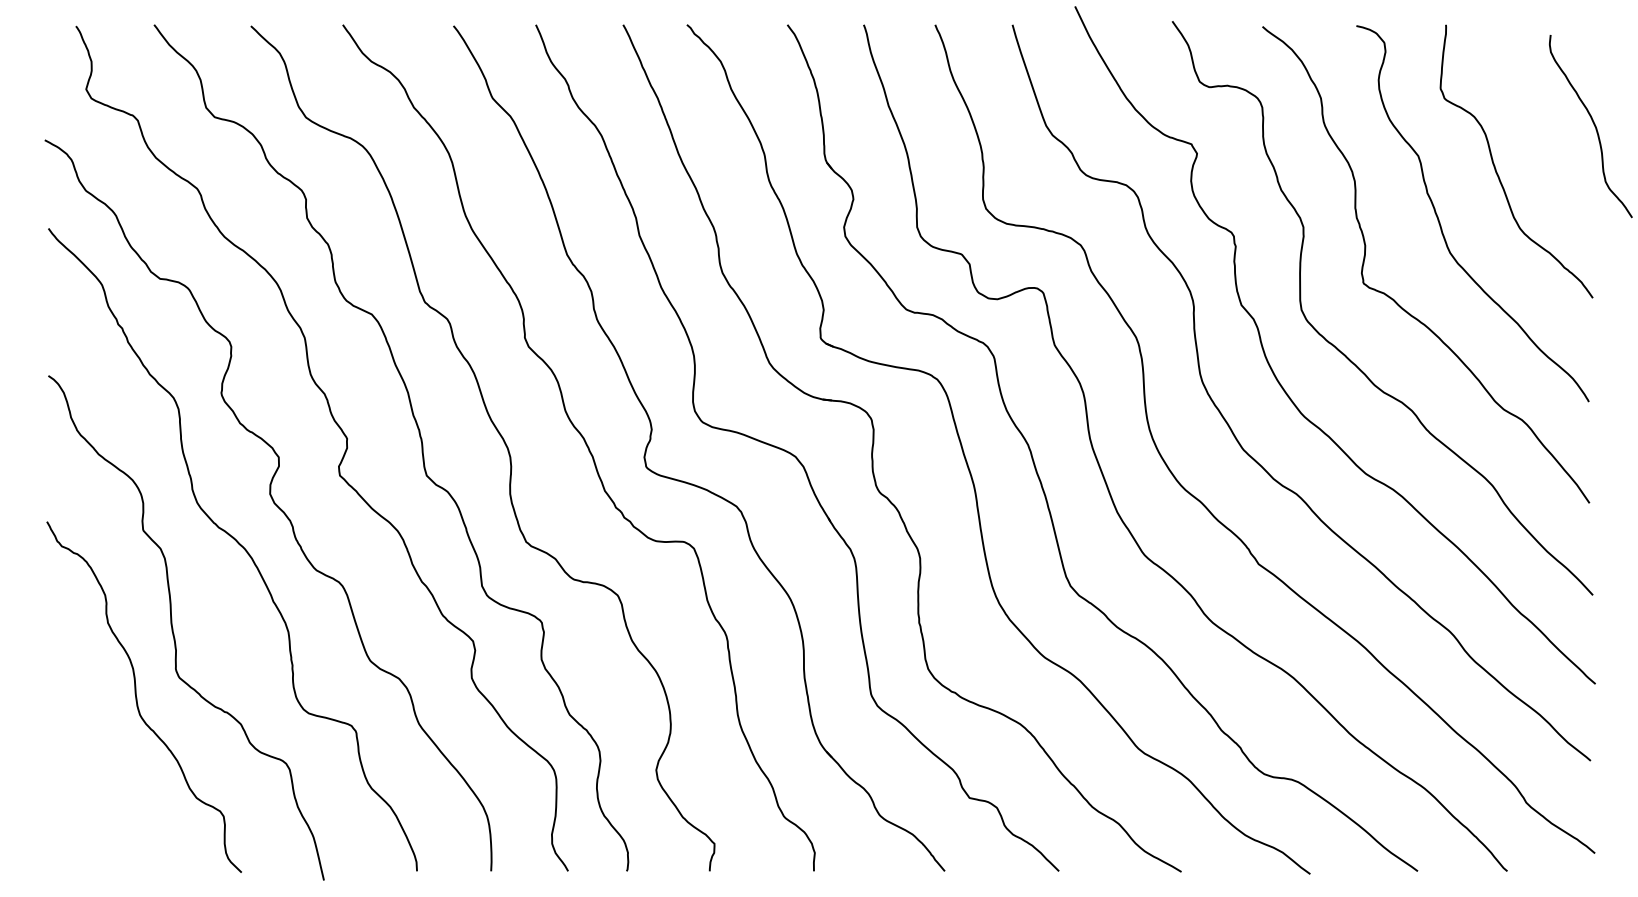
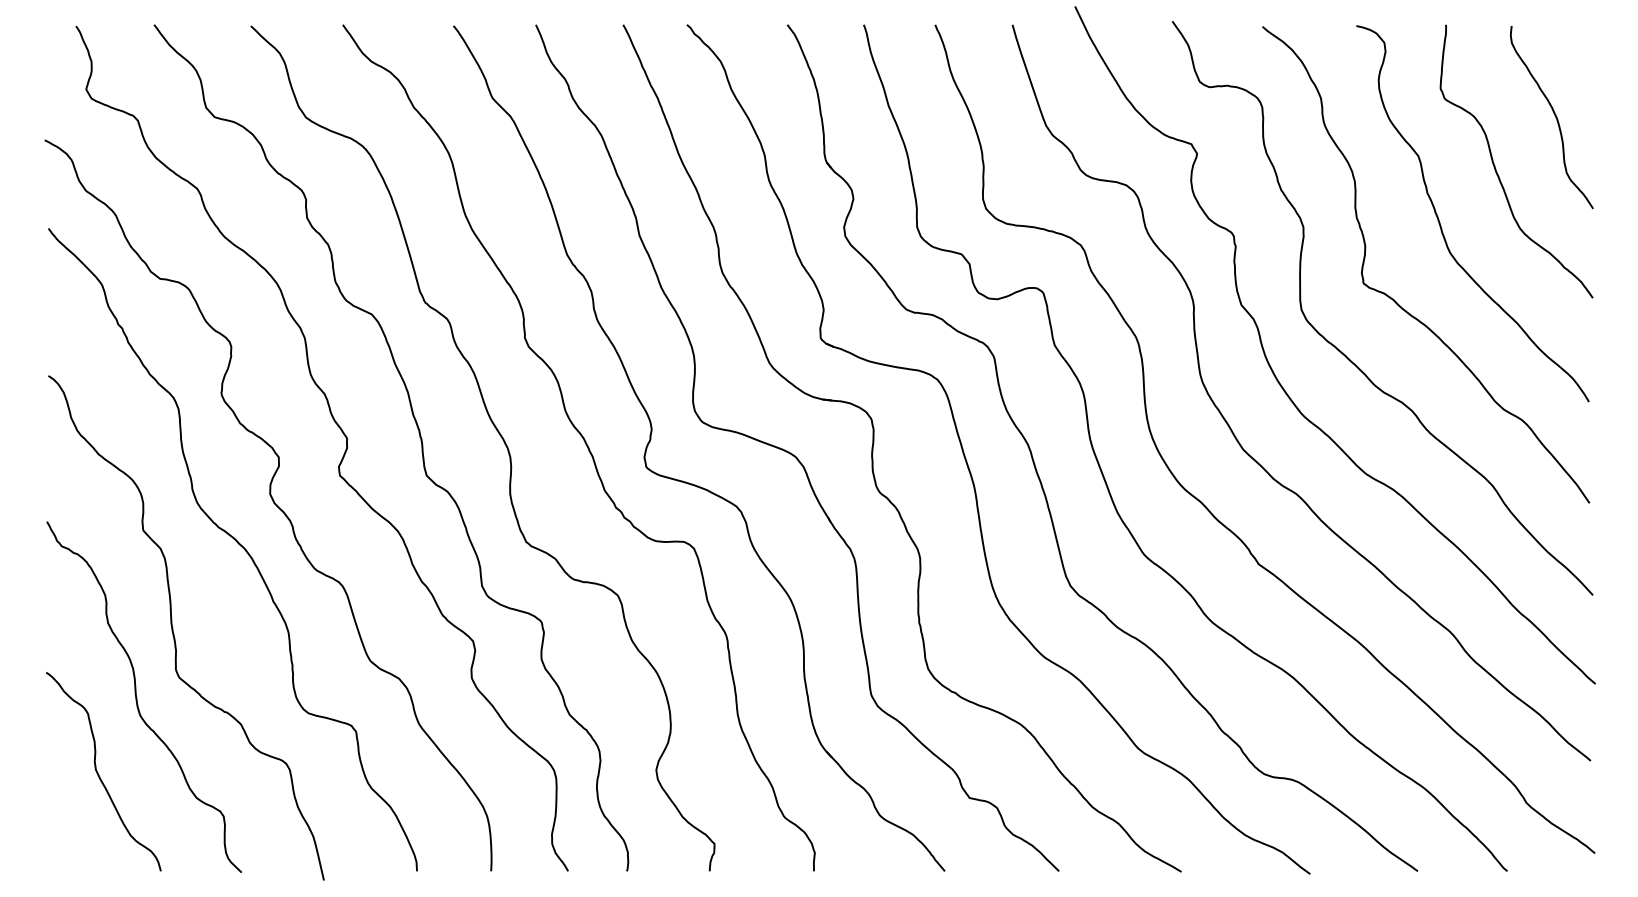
curve at (1593, 124) position: (1593, 124) -> (1554, 115)
curve at (99, 774): none -> present
